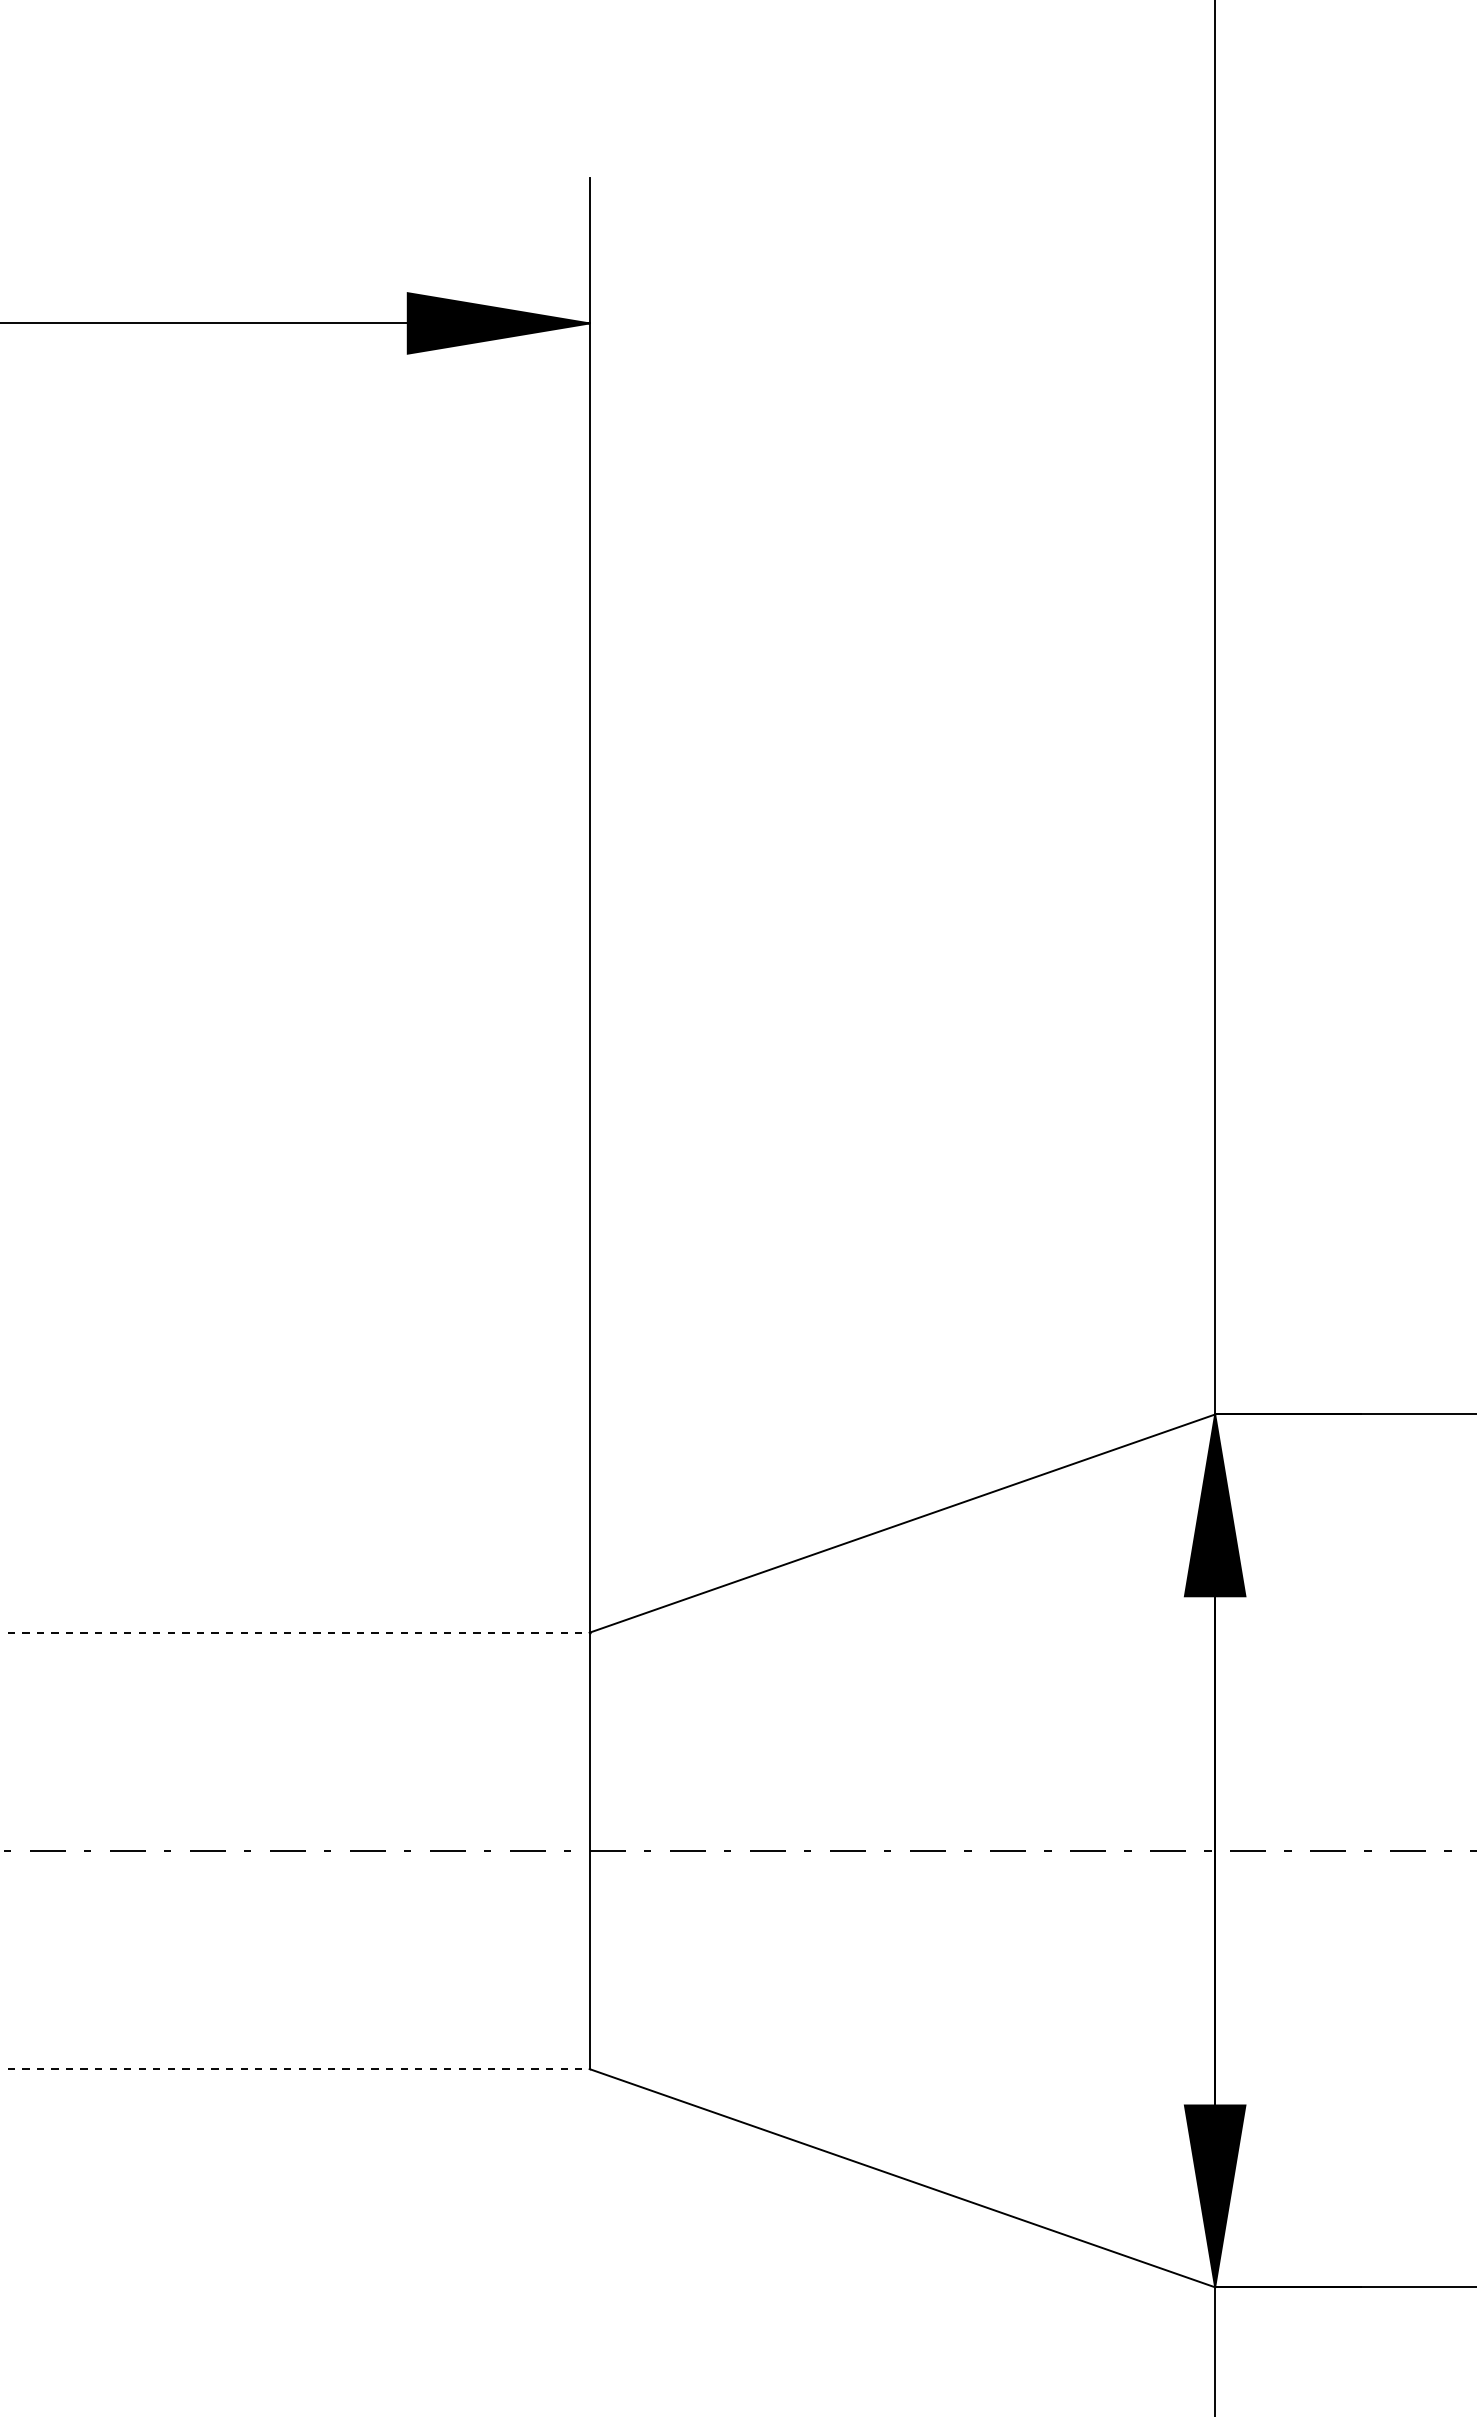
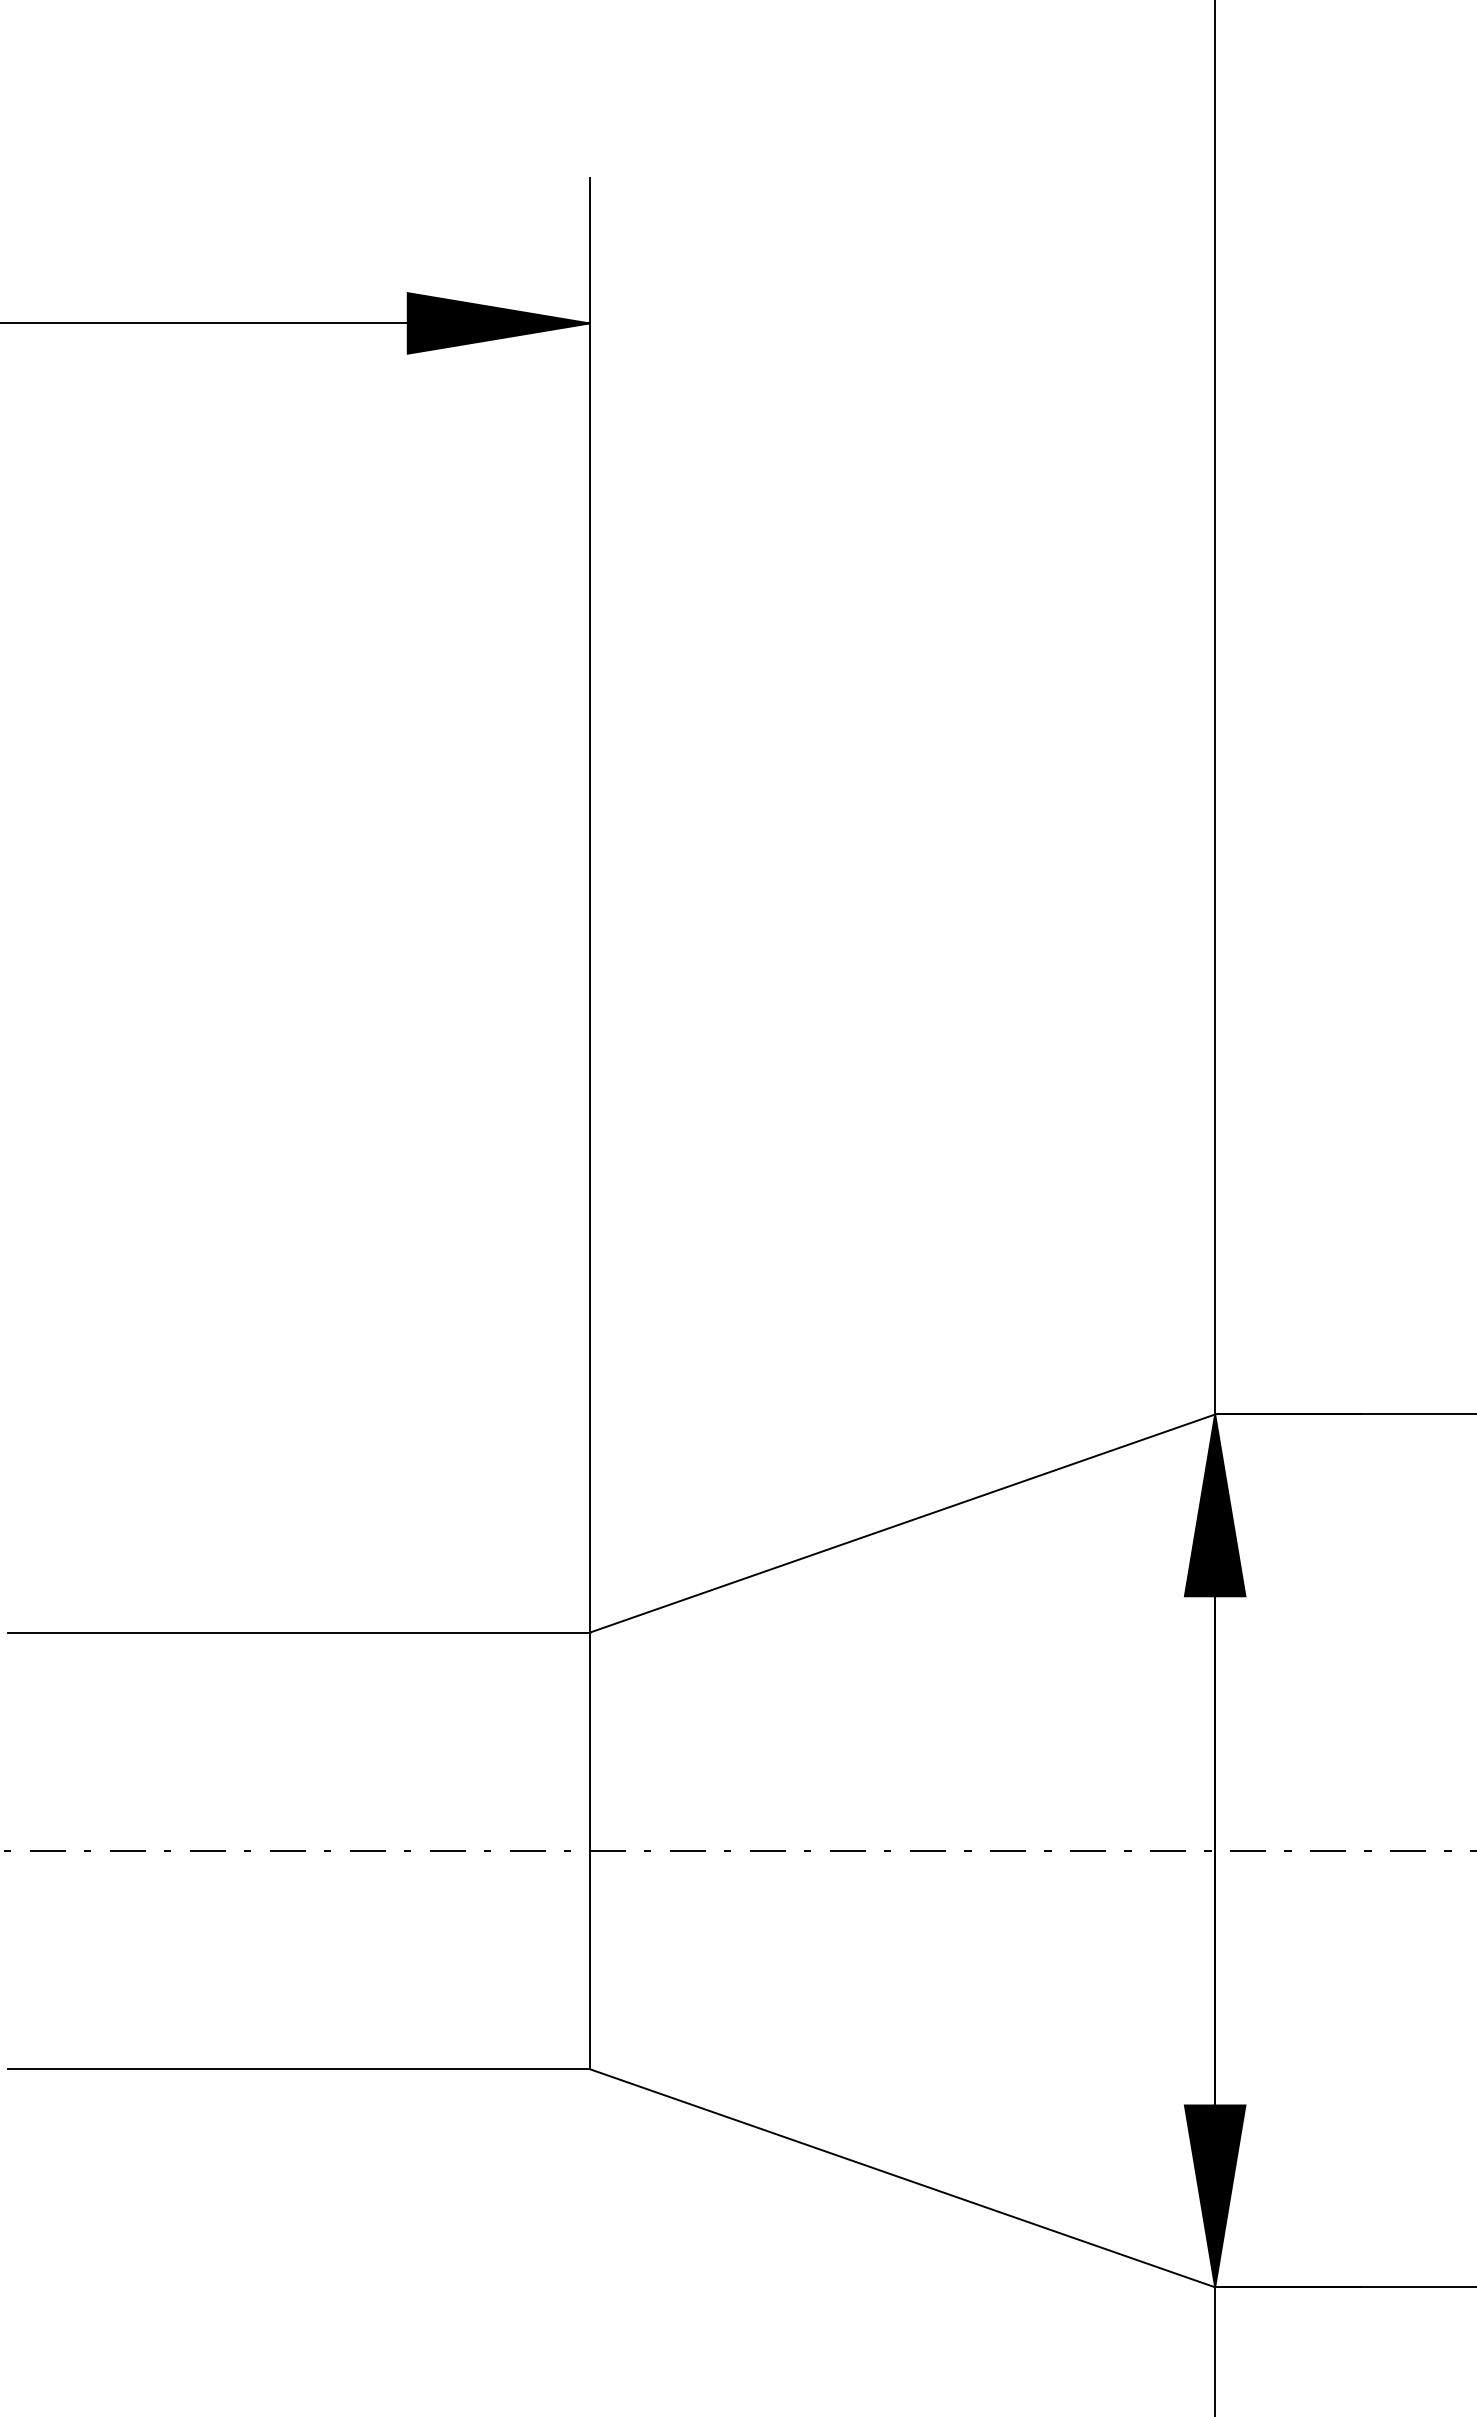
line at (298, 1632): dashed -> solid
line at (298, 2069): dashed -> solid
